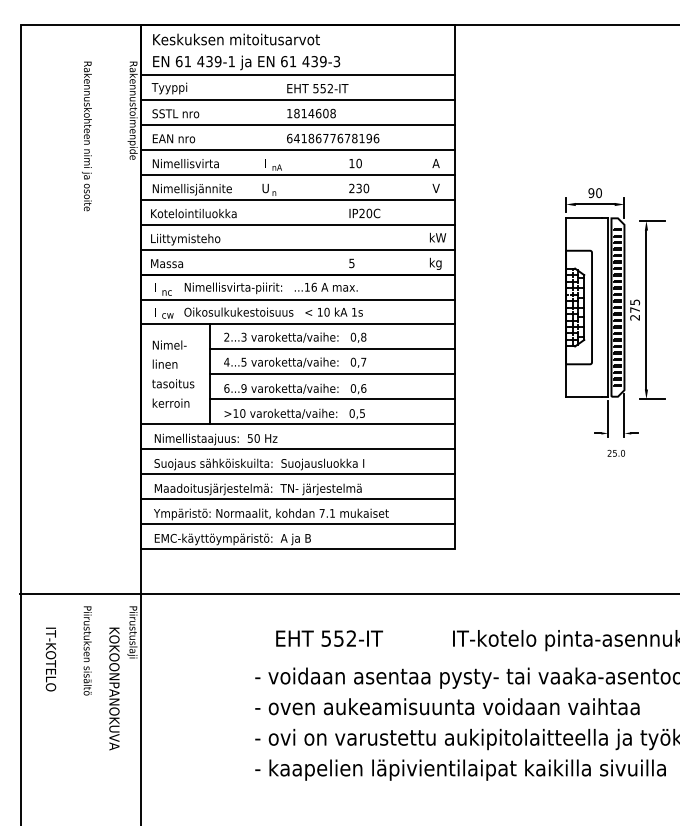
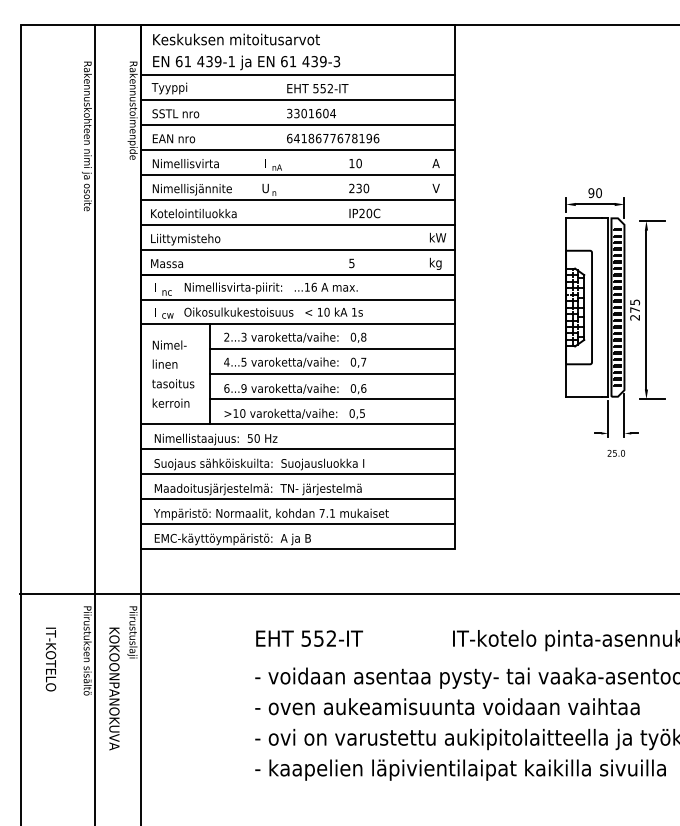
text at (311, 113): 1814608 -> 3301604
line at (95, 423): none -> present
text at (329, 638) position: (329, 638) -> (309, 638)
